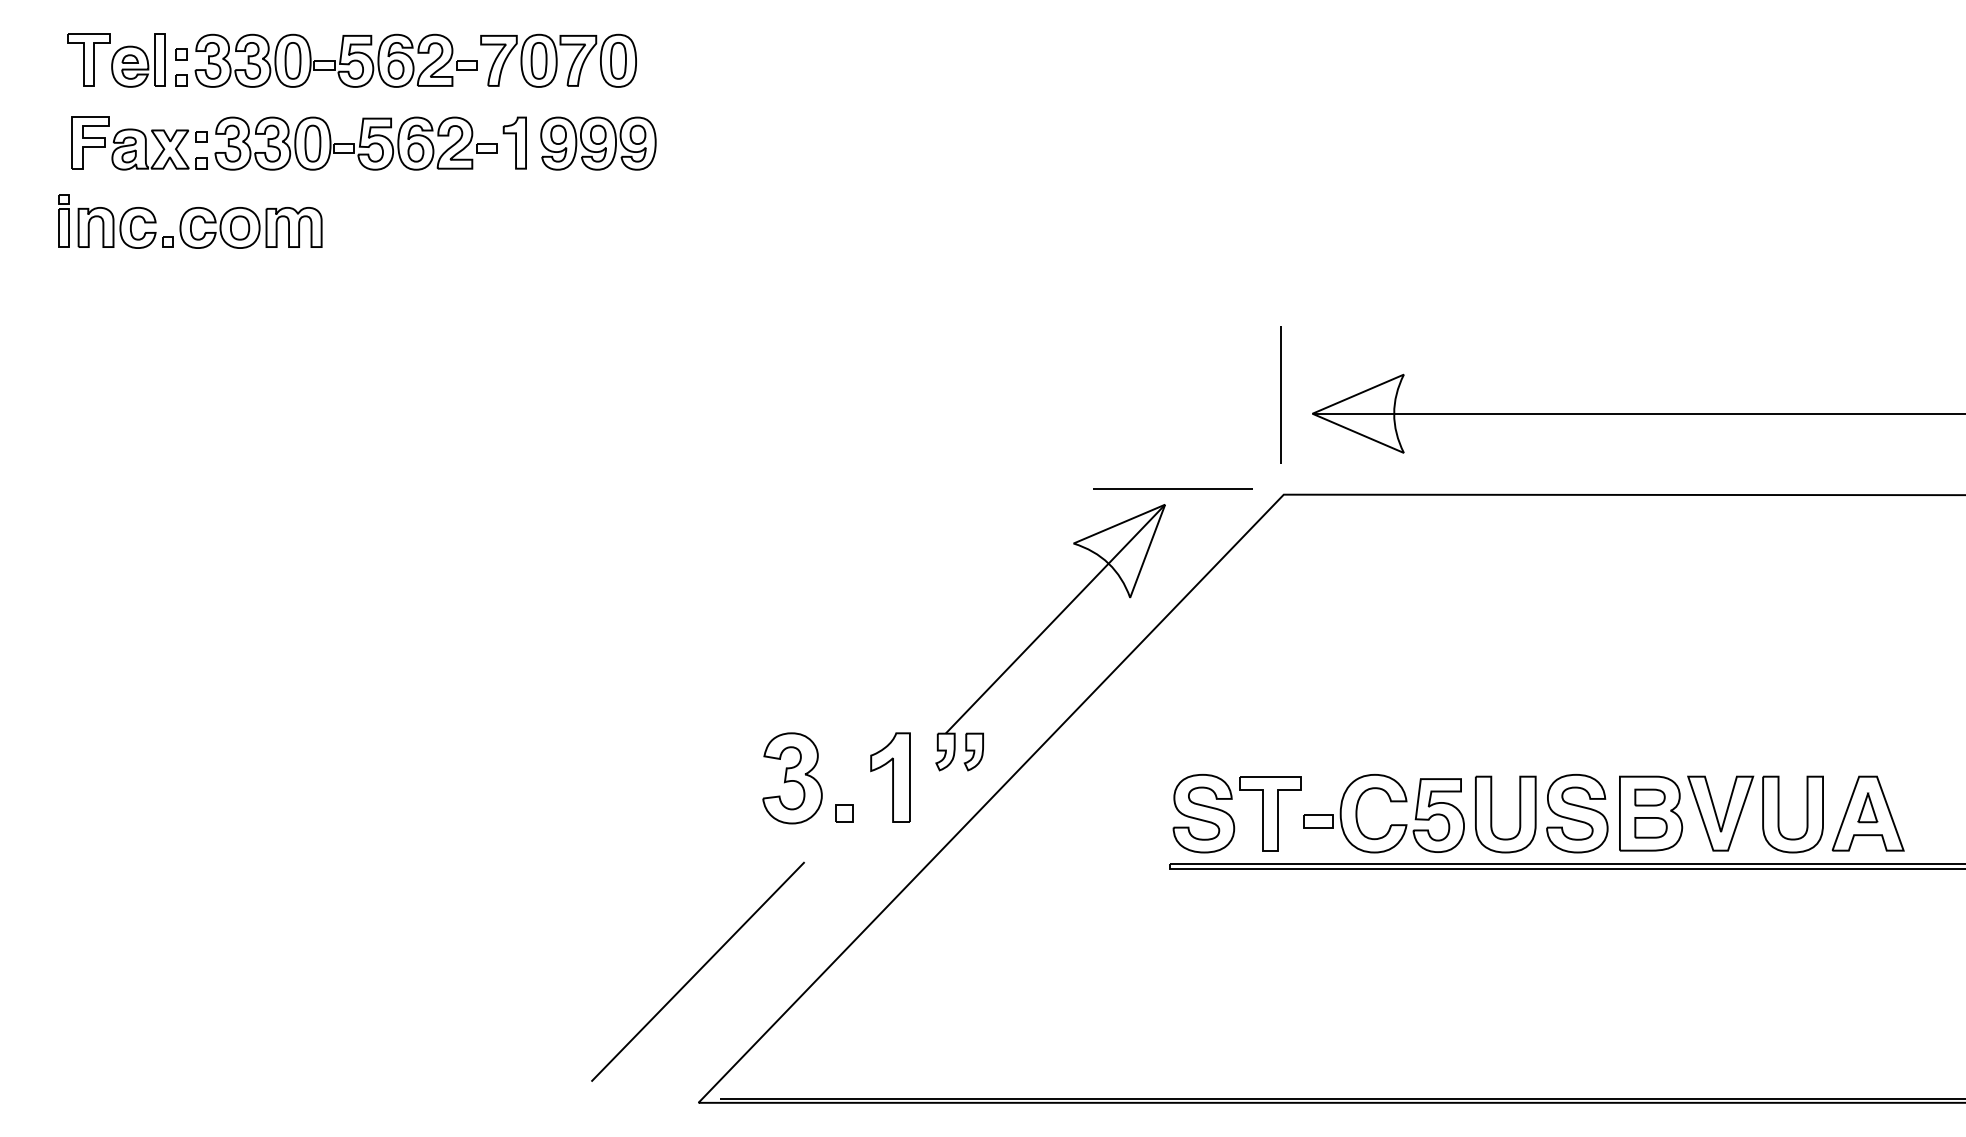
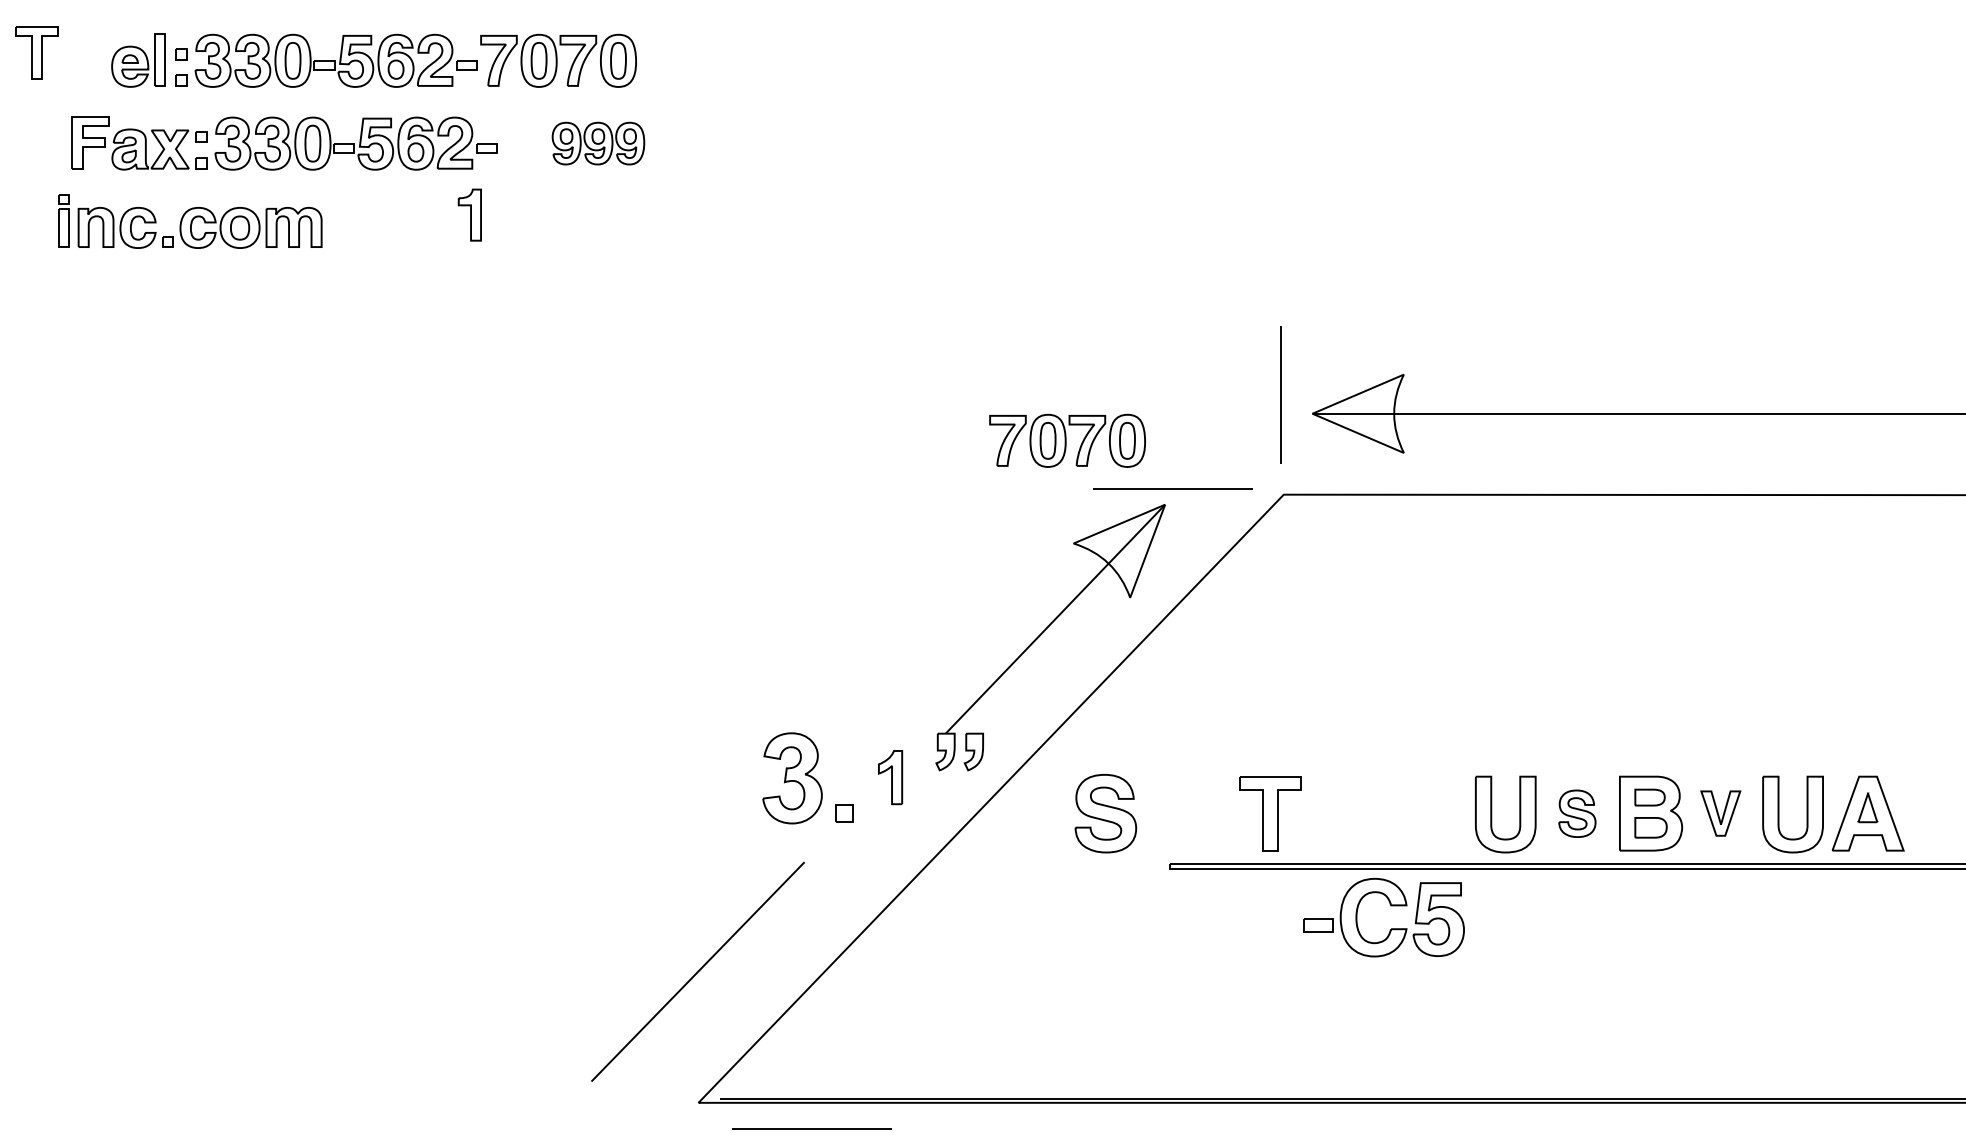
part at (88, 59) position: (88, 59) -> (36, 52)
part at (514, 142) position: (514, 142) -> (469, 214)
part at (598, 143) size: 117x55 px -> 95x45 px
part at (1067, 440): none -> present
part at (890, 777) size: 41x91 px -> 26x56 px
part at (1390, 802) position: (1390, 802) -> (1390, 906)
part at (1203, 813) position: (1203, 813) -> (1105, 813)
part at (1577, 813) size: 63x80 px -> 39x49 px
part at (1720, 813) size: 68x77 px -> 42x47 px
line at (811, 1128): none -> present
